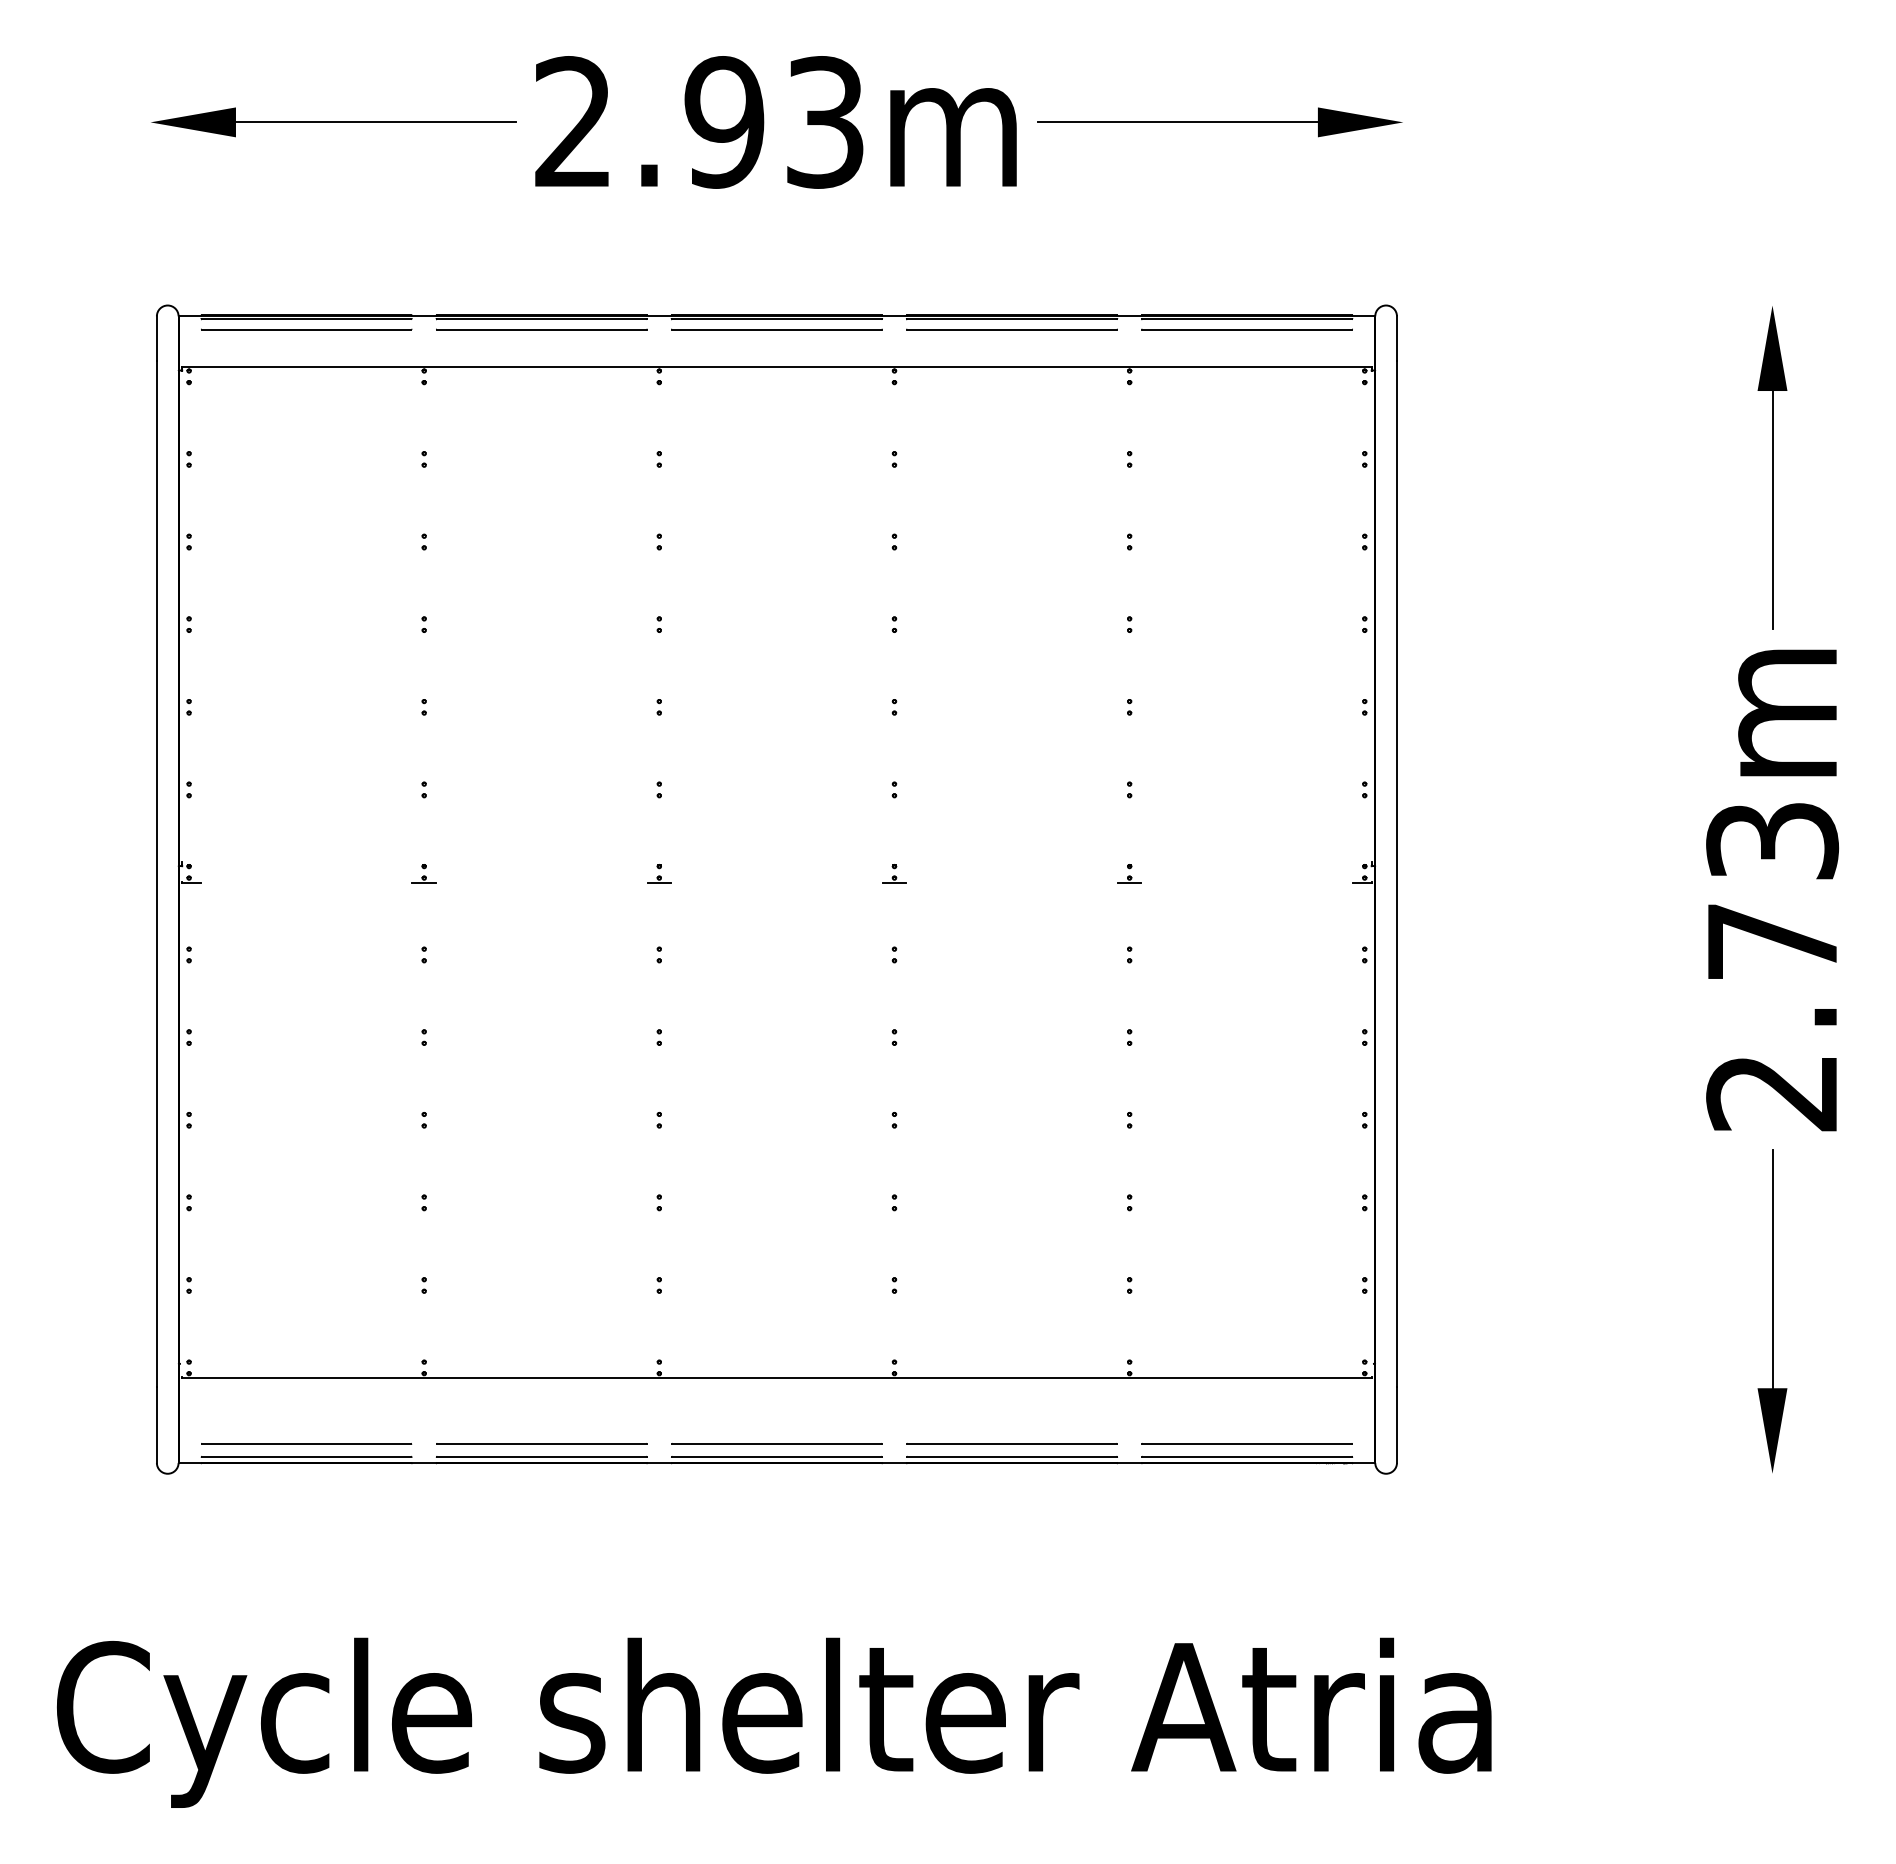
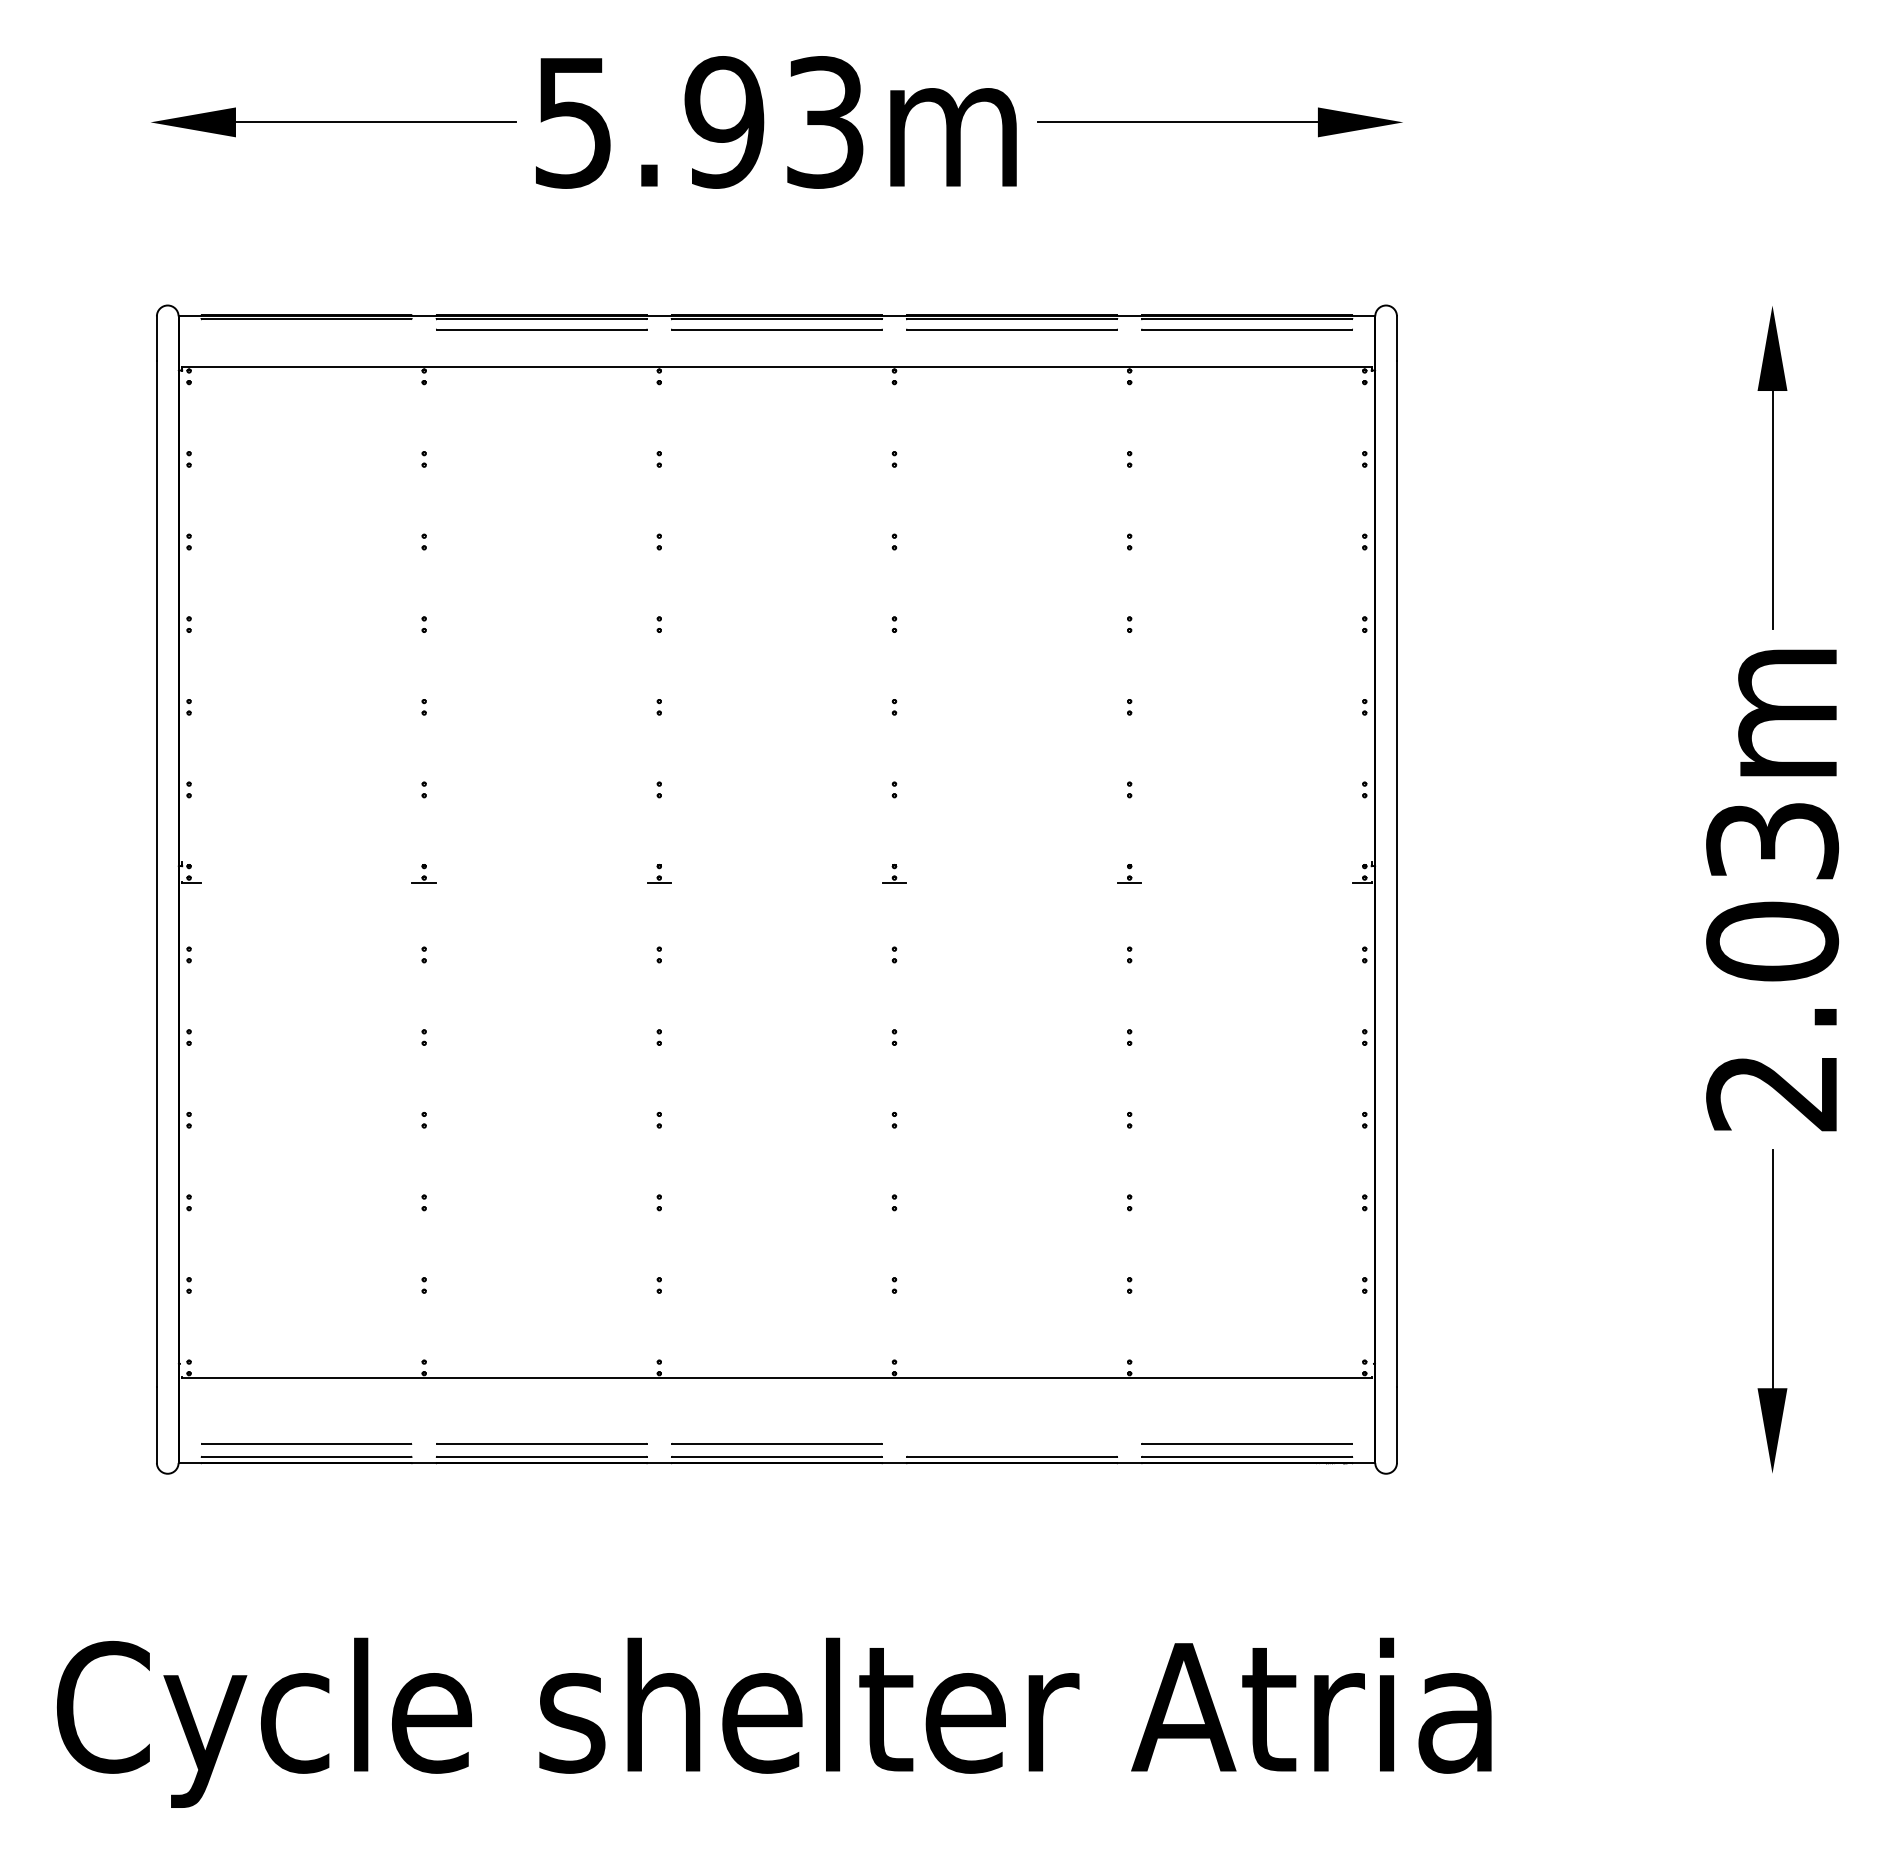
text at (572, 122): 2.93m -> 5.93m
line at (306, 329): present -> none
text at (1772, 941): 2.73m -> 2.03m
line at (1011, 1443): present -> none
